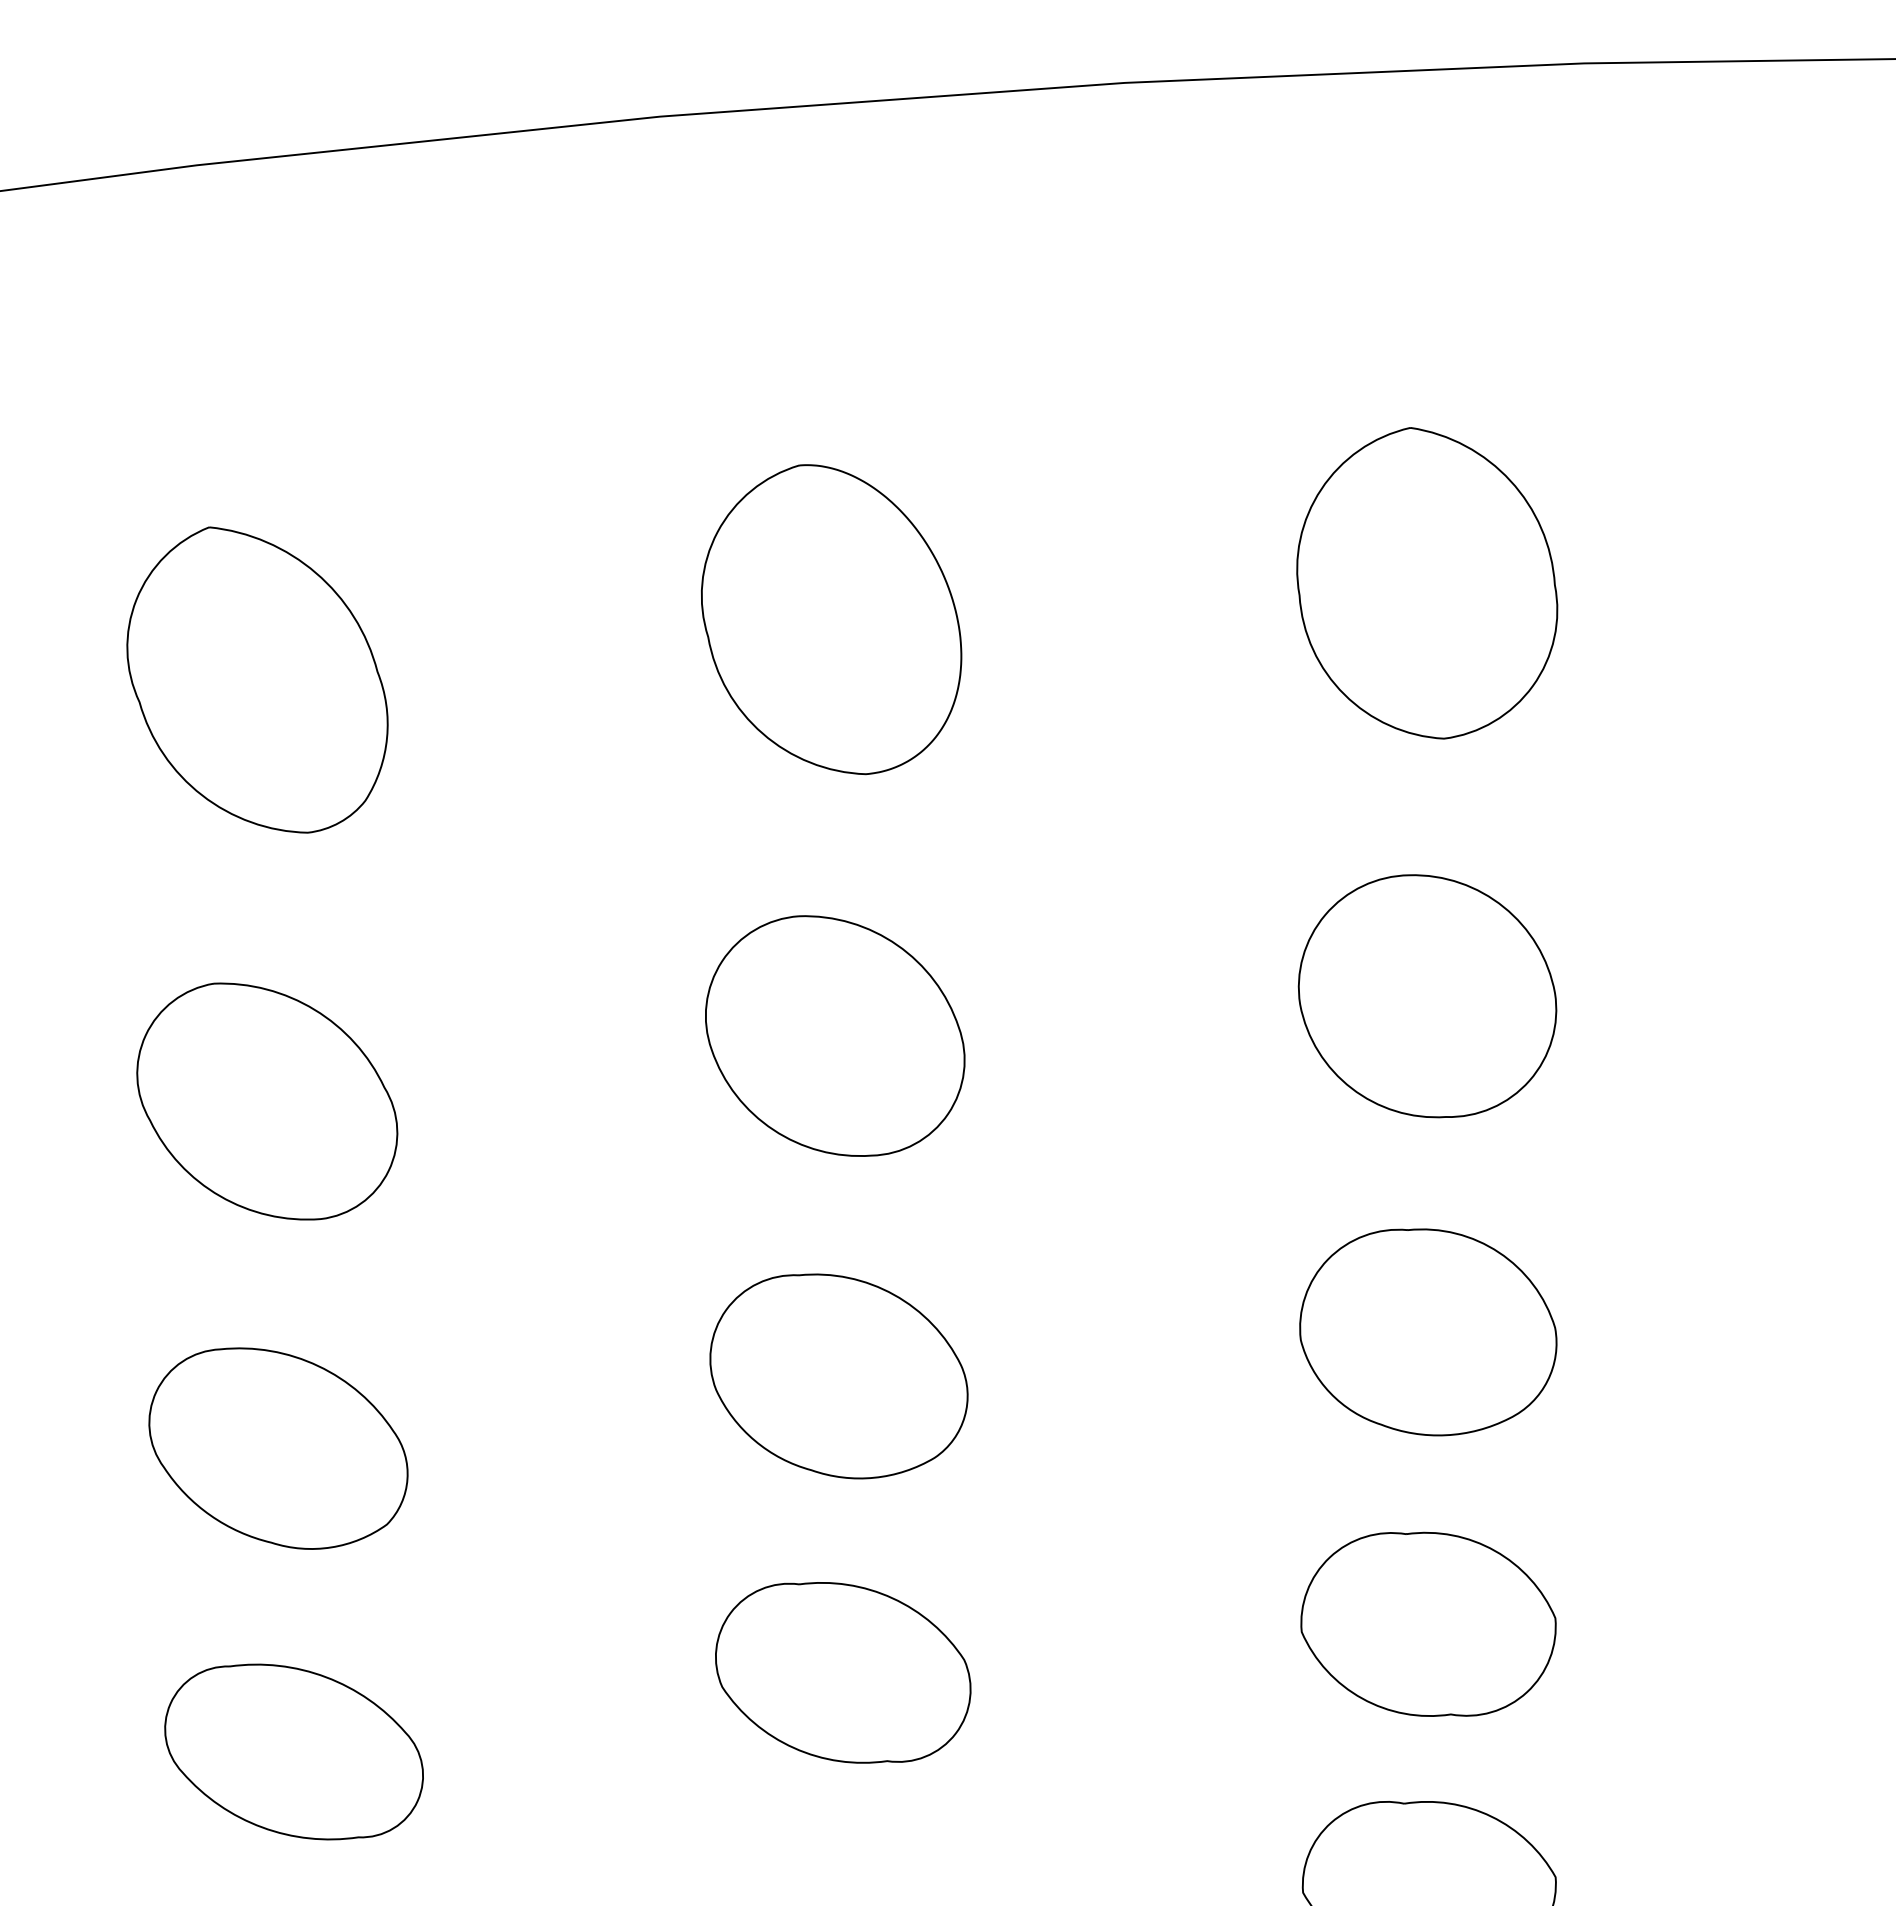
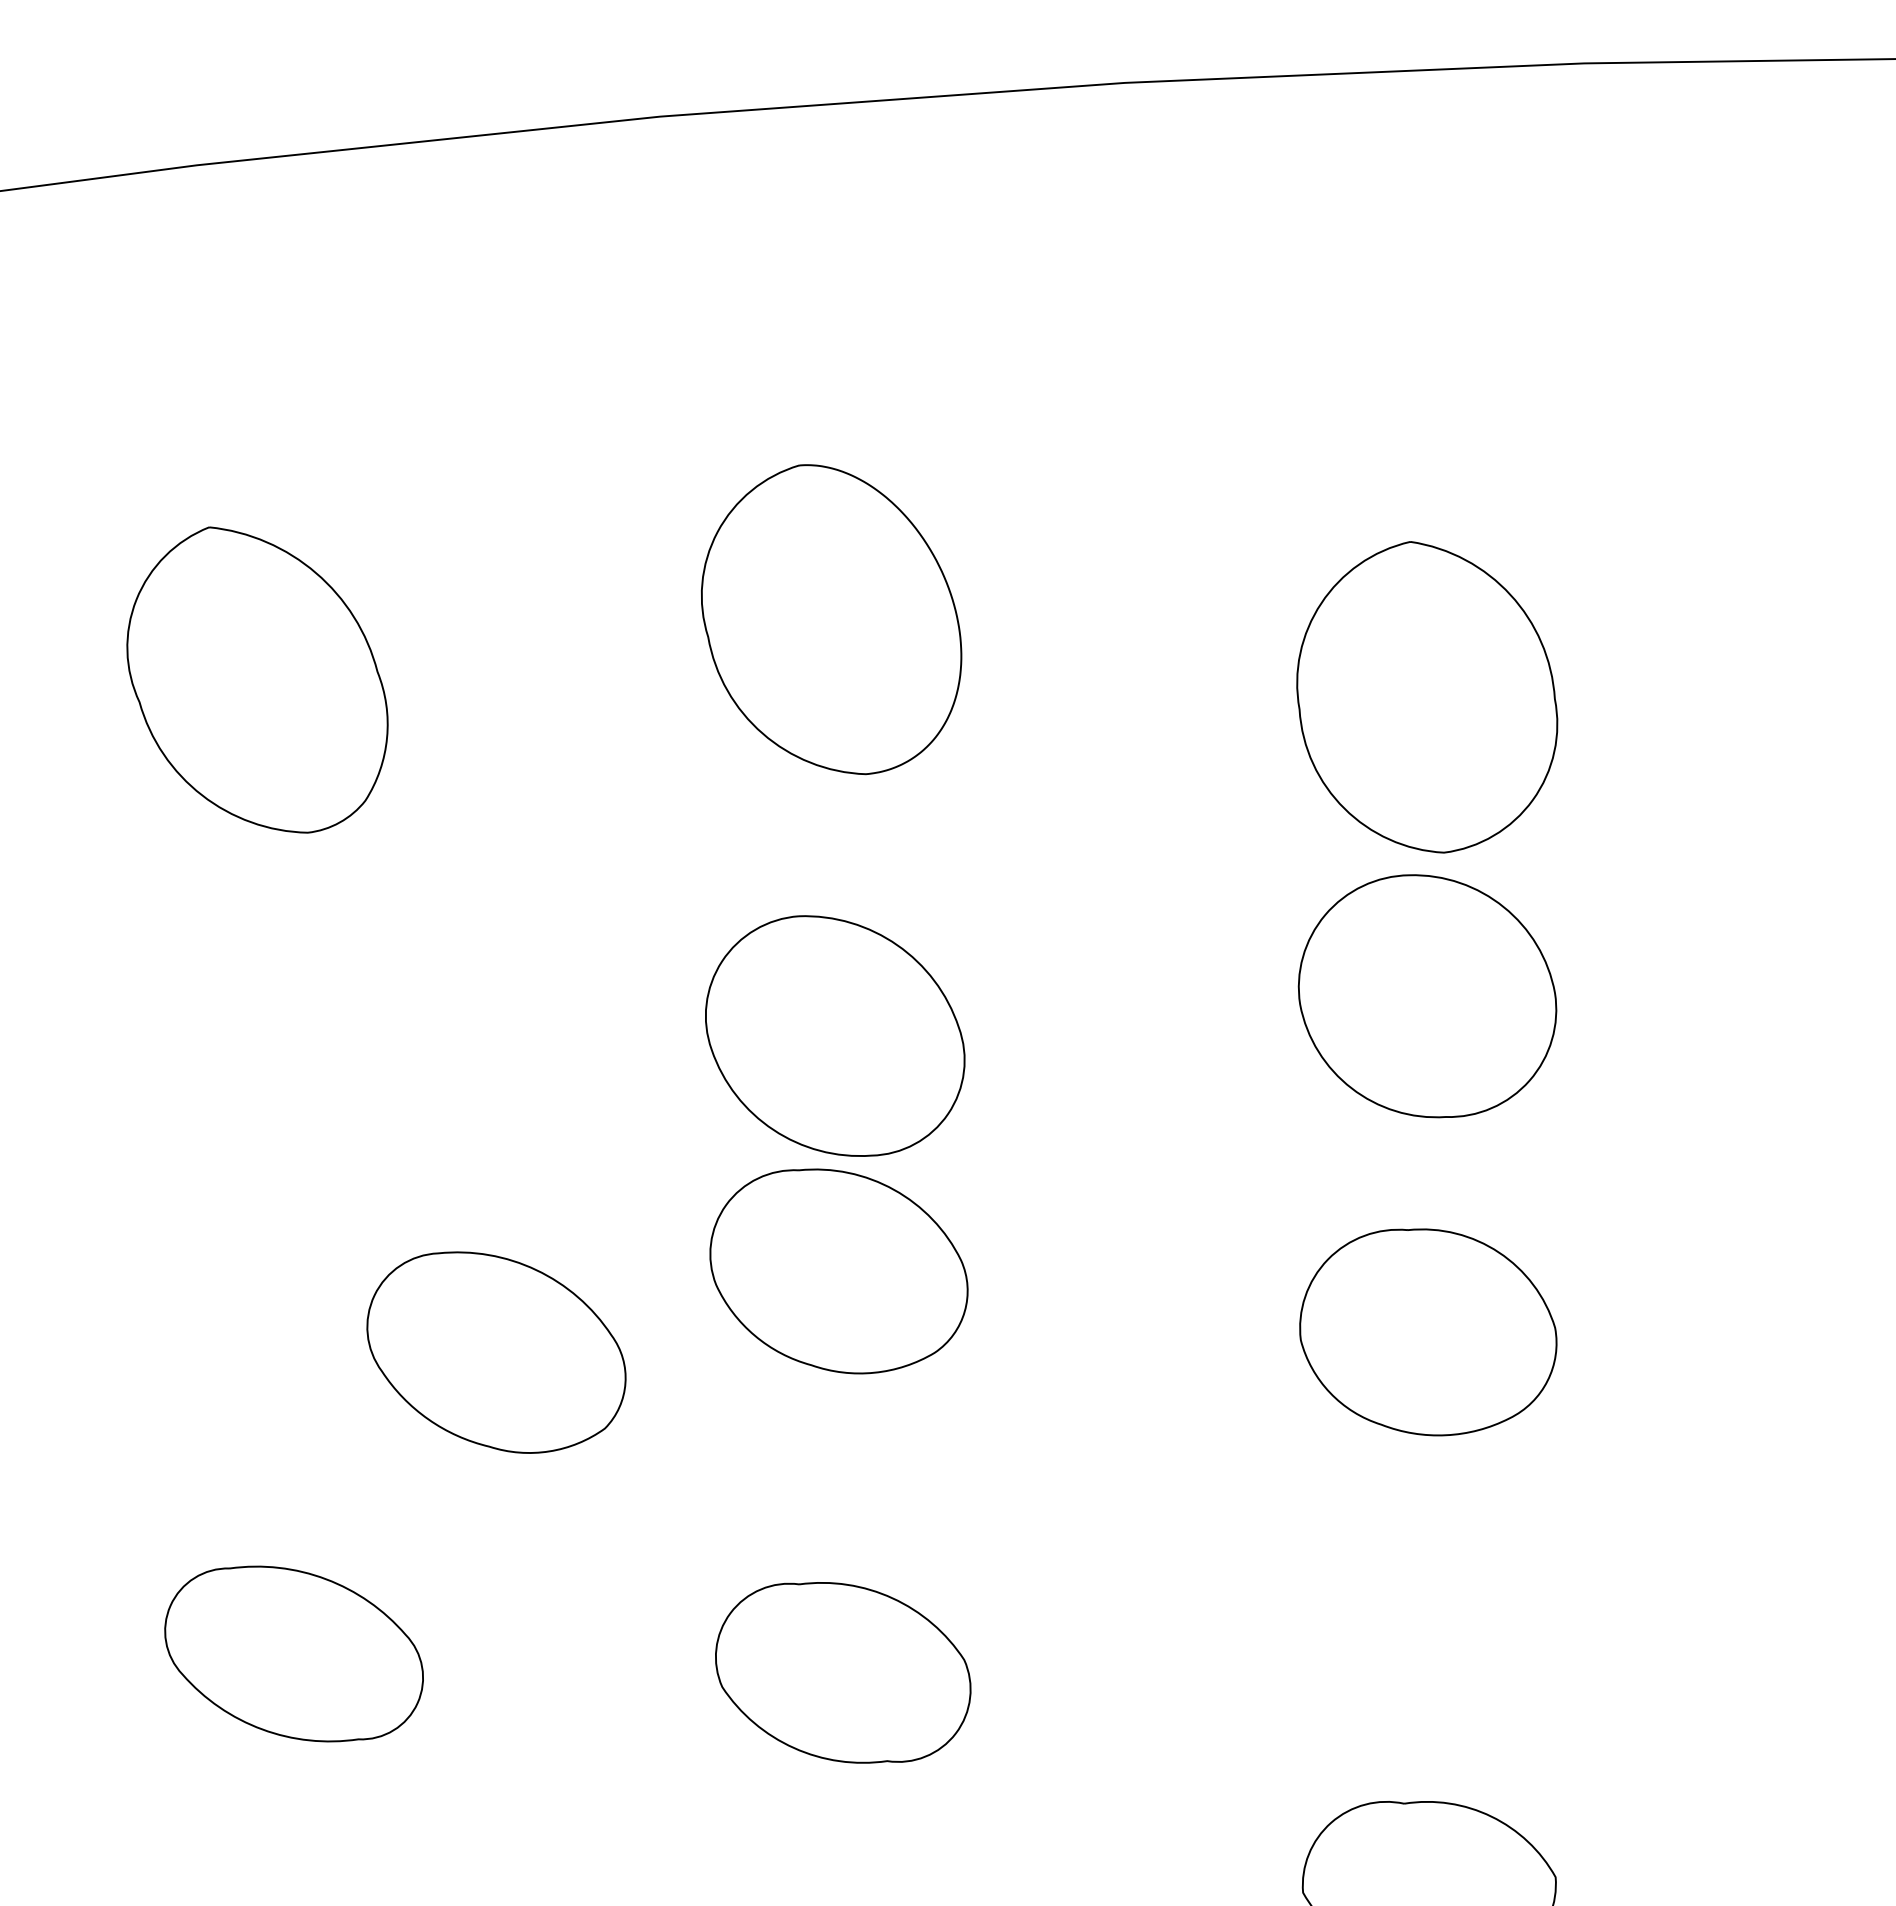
part at (1427, 583) position: (1427, 583) -> (1427, 697)
part at (267, 1101): present -> none
part at (838, 1376) position: (838, 1376) -> (838, 1271)
part at (278, 1448) position: (278, 1448) -> (496, 1352)
part at (1428, 1623): present -> none
part at (293, 1751) position: (293, 1751) -> (293, 1653)
